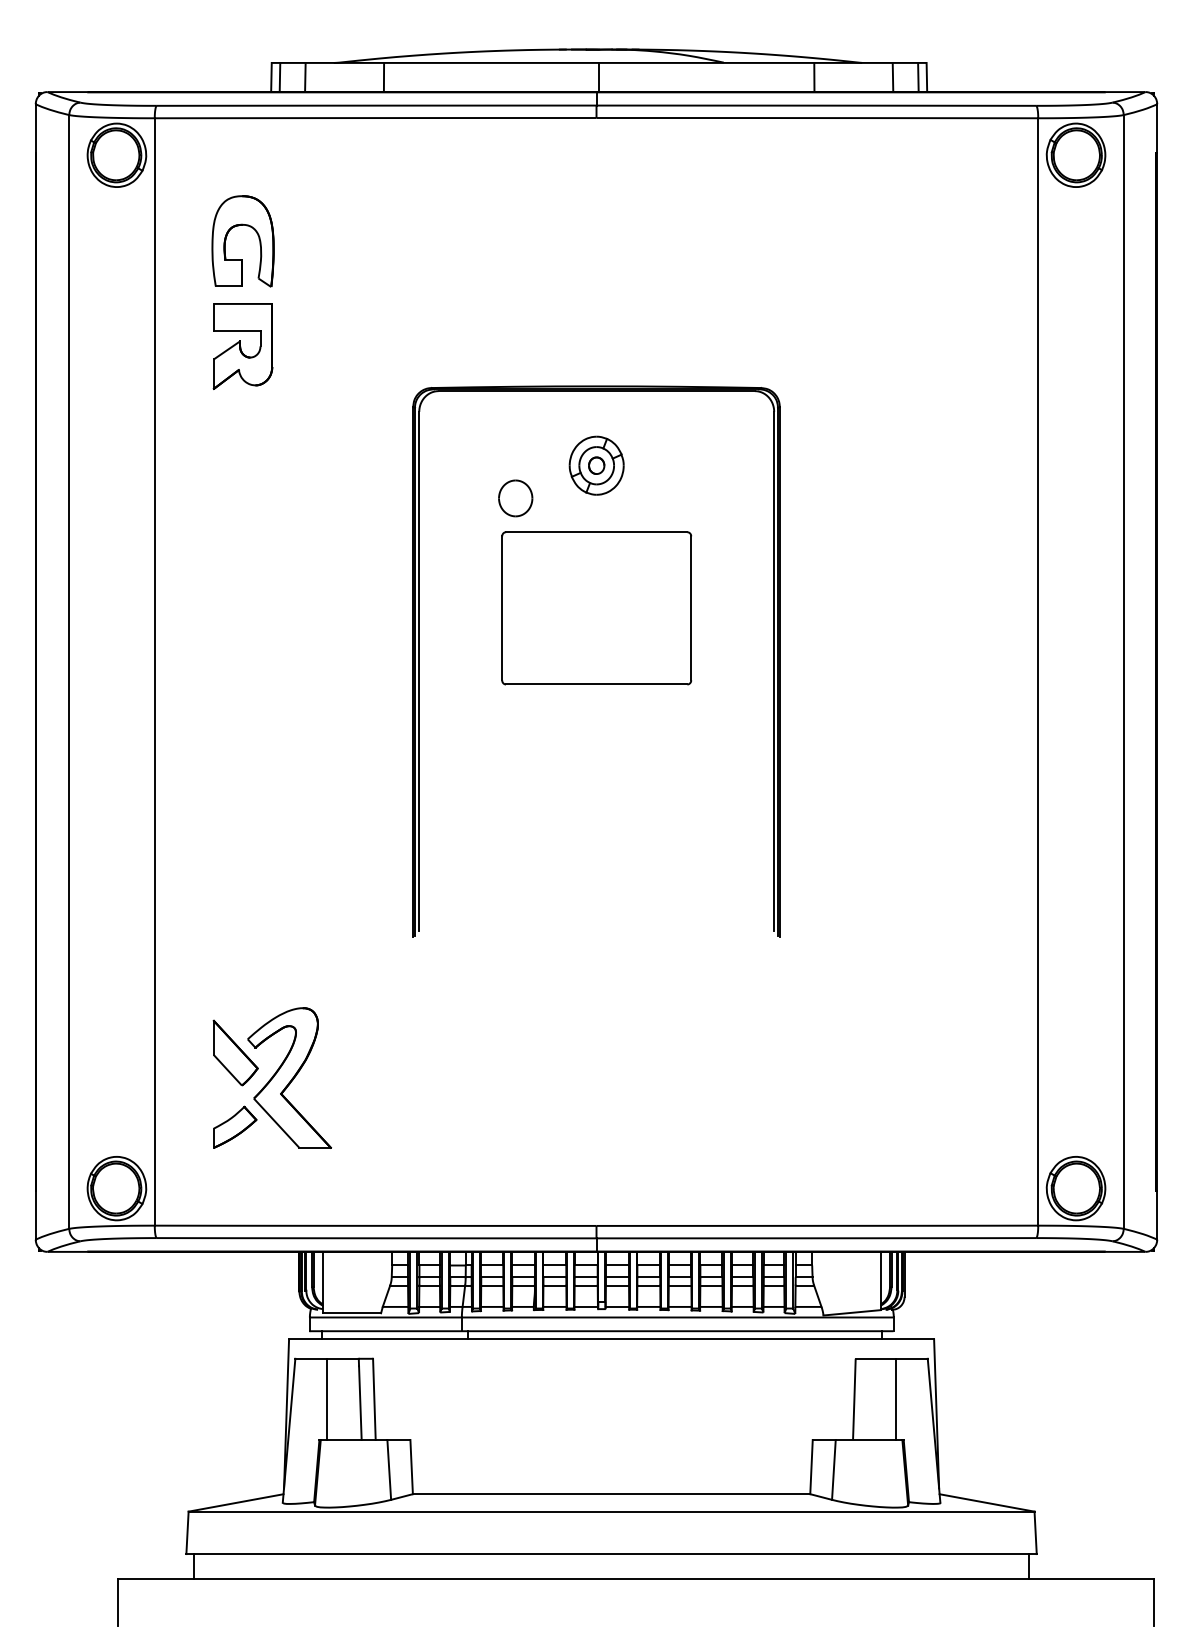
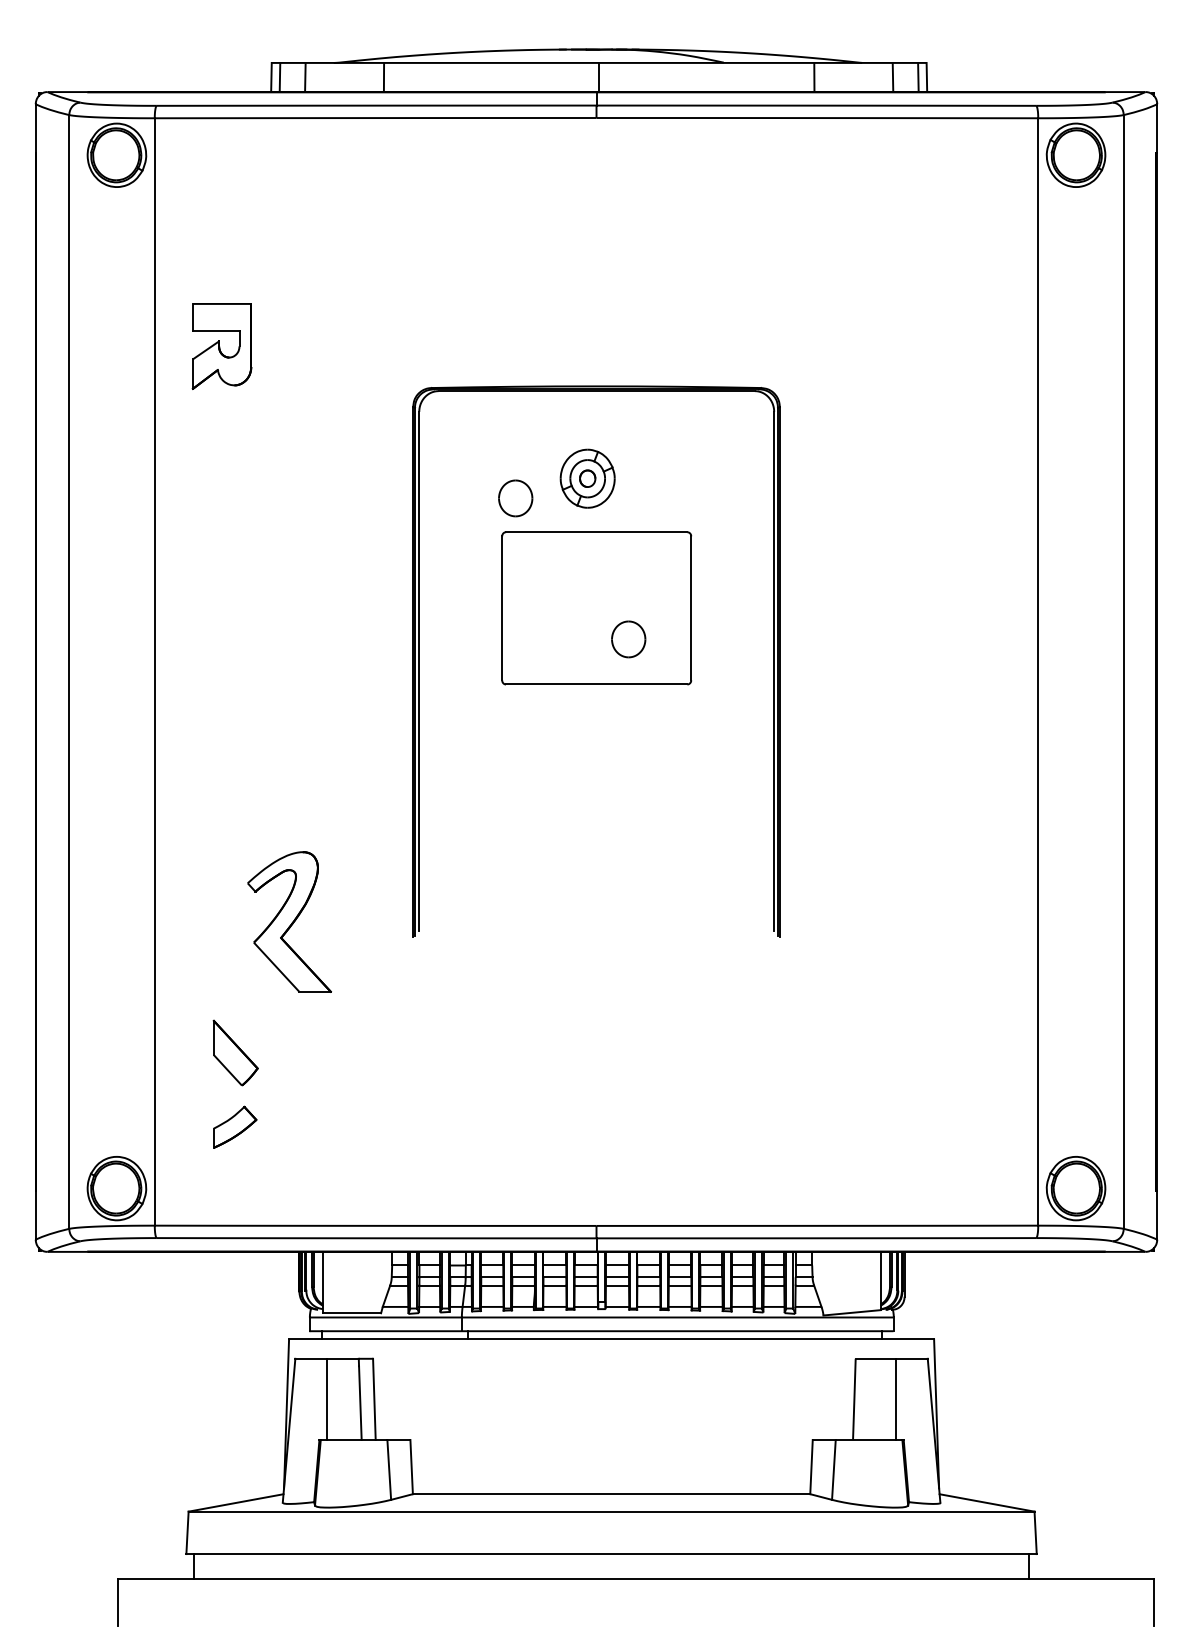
part at (238, 226): present -> none
part at (242, 346) position: (242, 346) -> (221, 346)
part at (596, 465) position: (596, 465) -> (587, 478)
part at (628, 639): none -> present
part at (289, 1077) position: (289, 1077) -> (289, 921)
